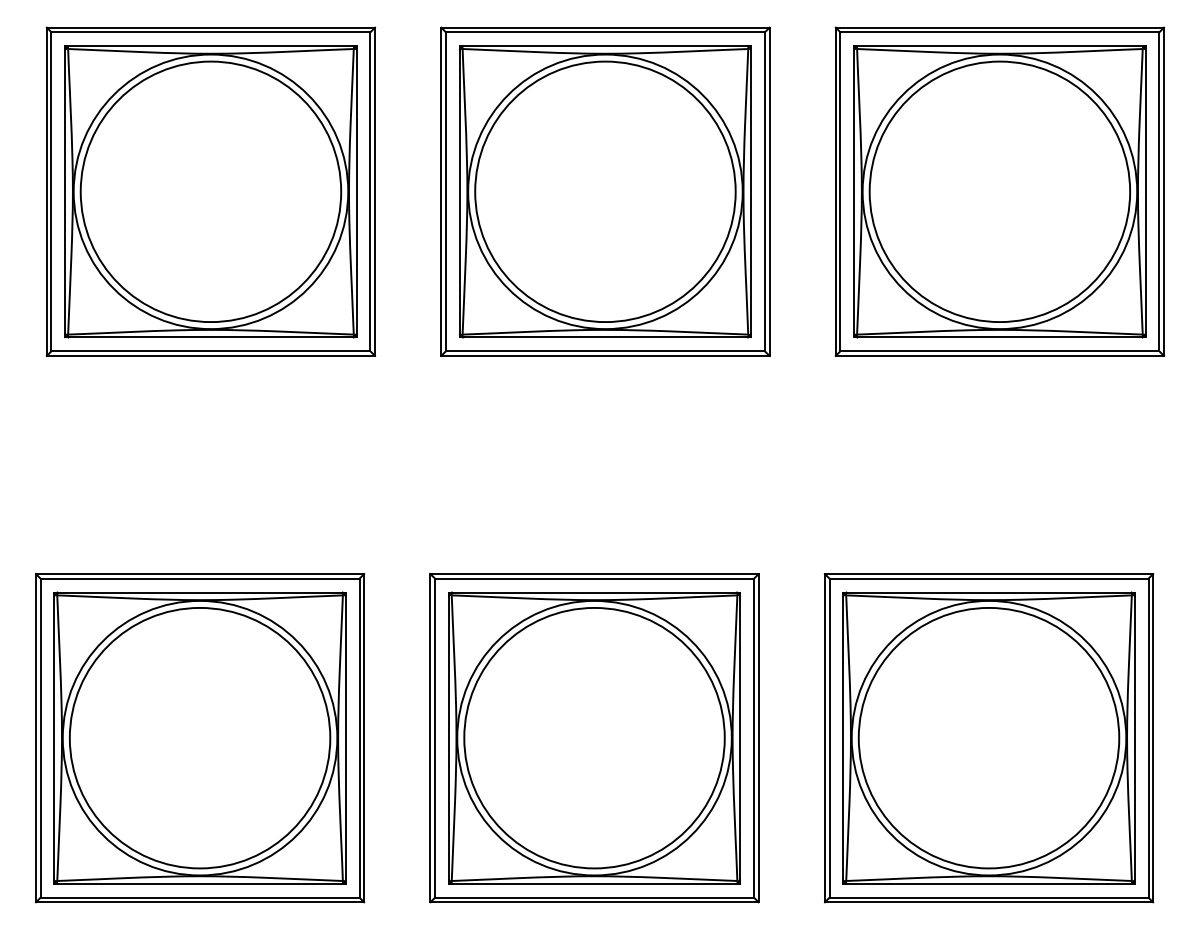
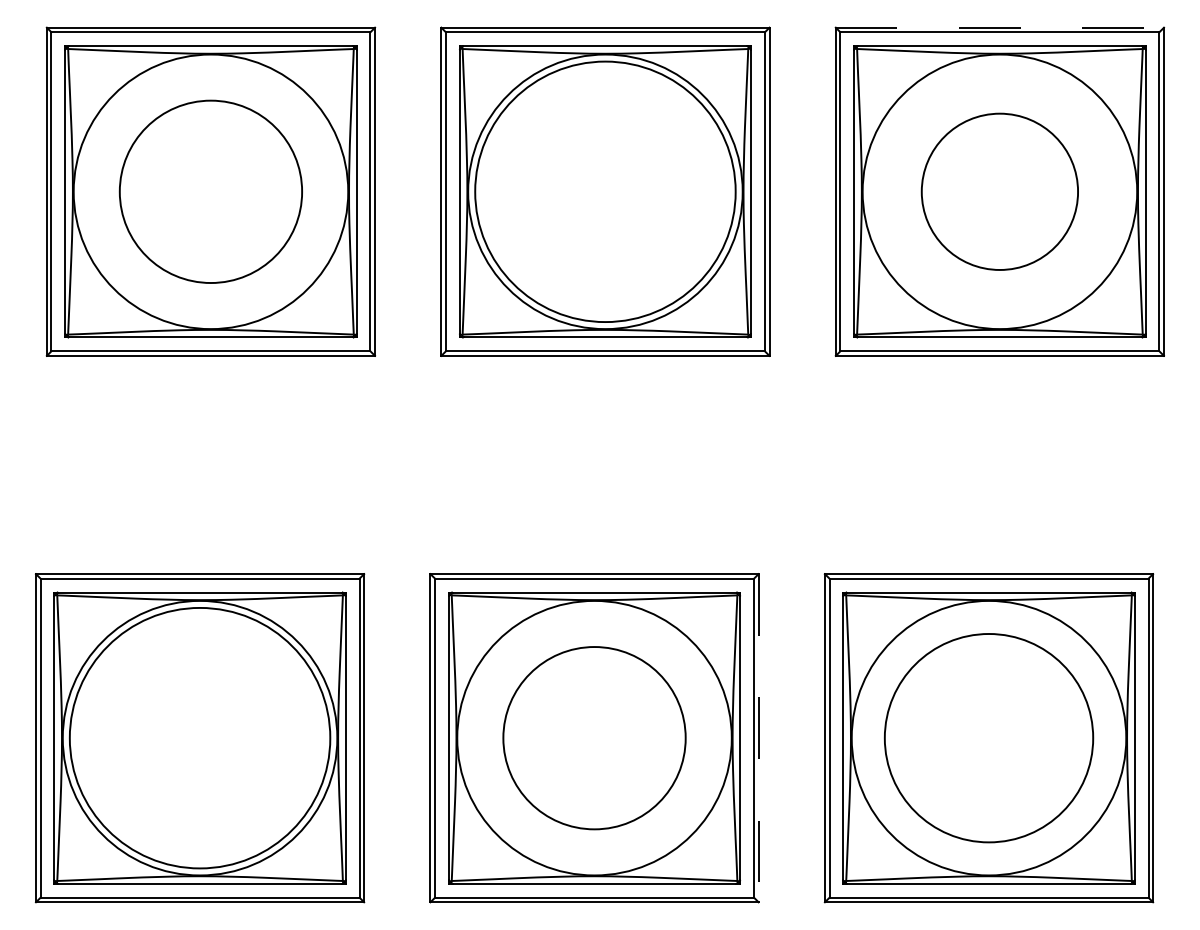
line at (1000, 27): solid -> dashed
circle at (210, 191) diameter: 260 px -> 182 px
circle at (999, 191) diameter: 260 px -> 156 px
circle at (594, 737) diameter: 260 px -> 182 px
circle at (988, 737) diameter: 260 px -> 208 px
line at (758, 738): solid -> dashed
